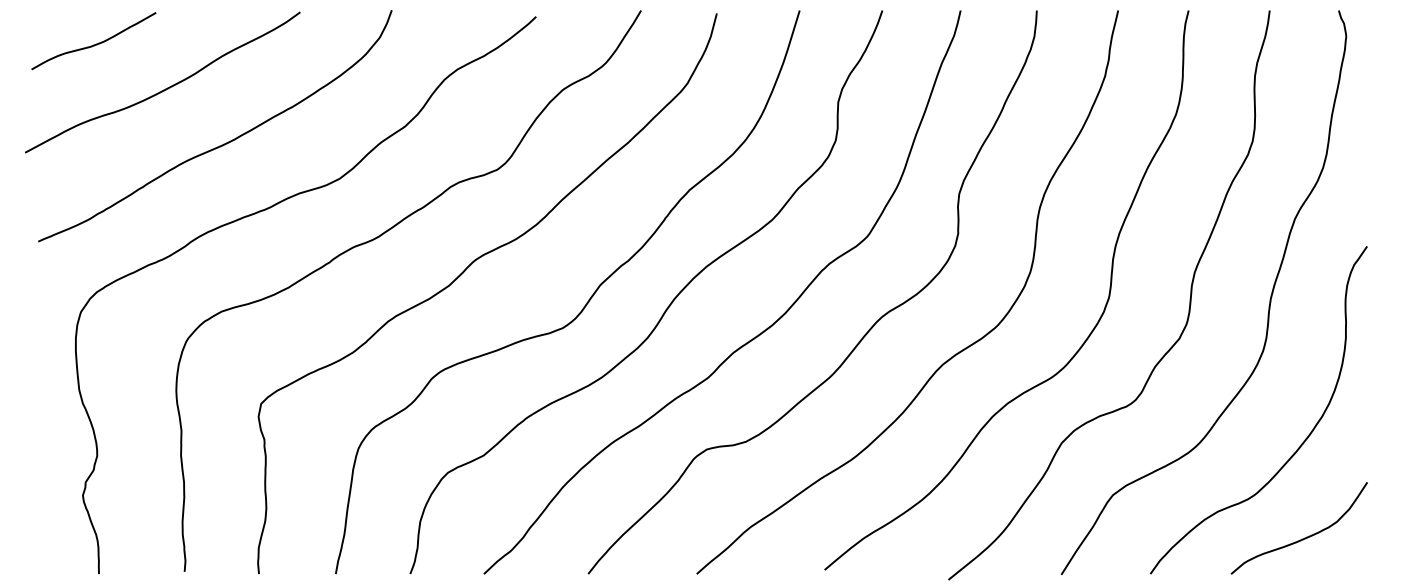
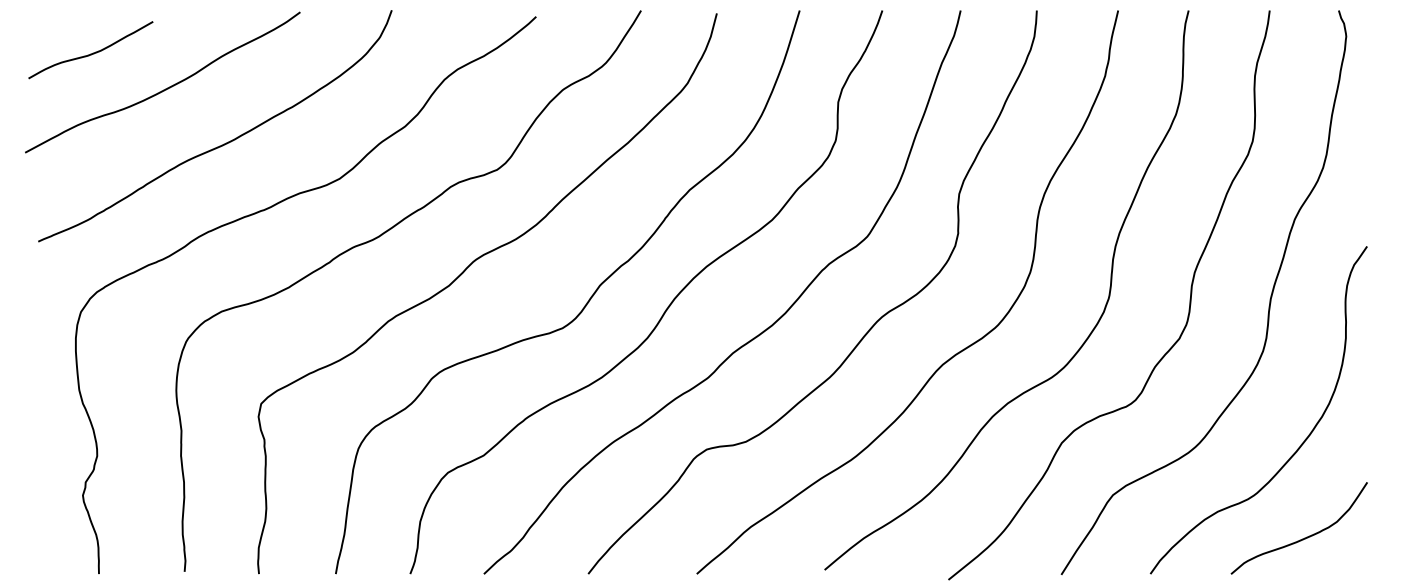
curve at (93, 44) position: (93, 44) -> (90, 53)
